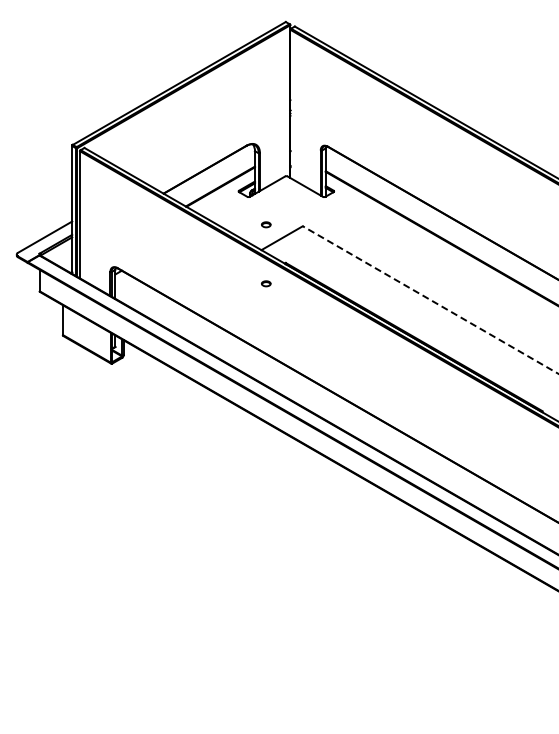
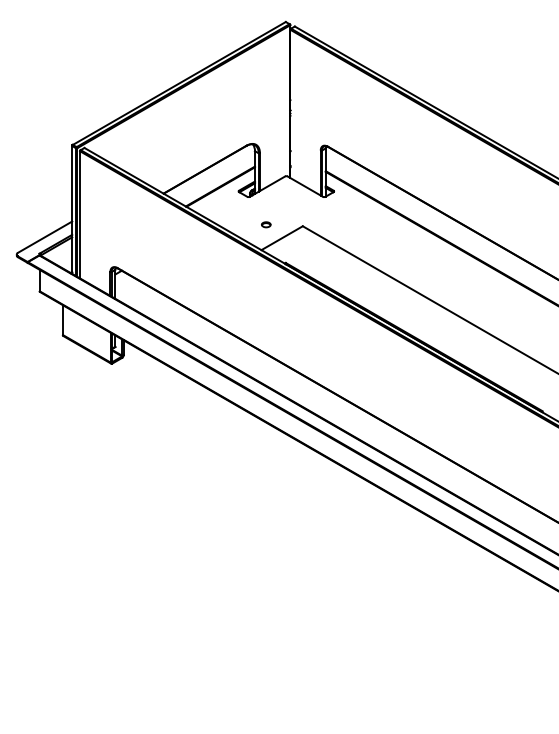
part at (266, 283): present -> none
line at (430, 300): dashed -> solid
